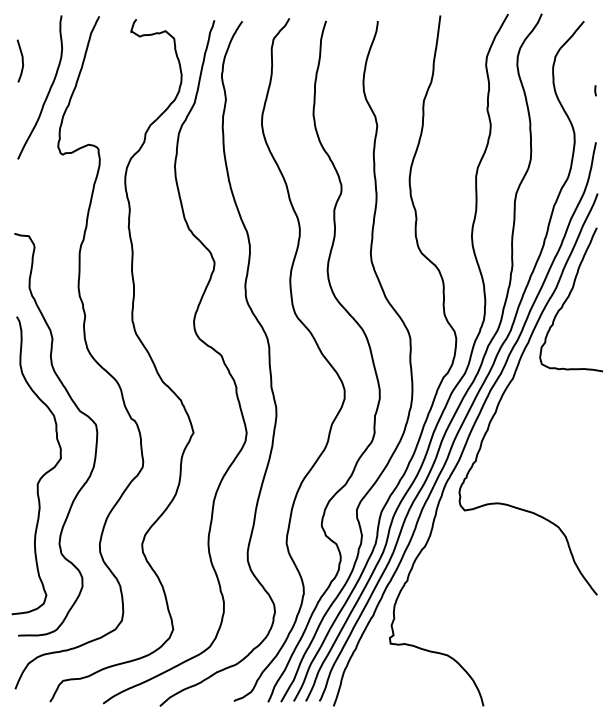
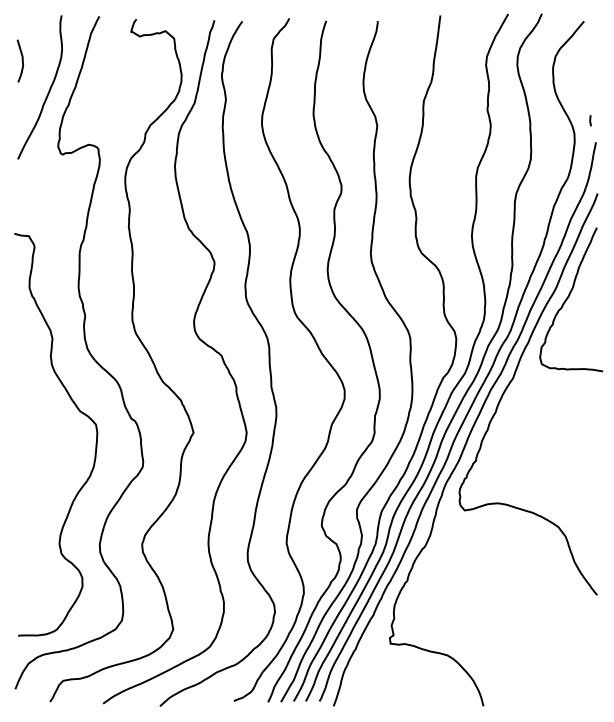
line at (595, 90) position: (595, 90) -> (590, 120)
curve at (44, 473): present -> none
